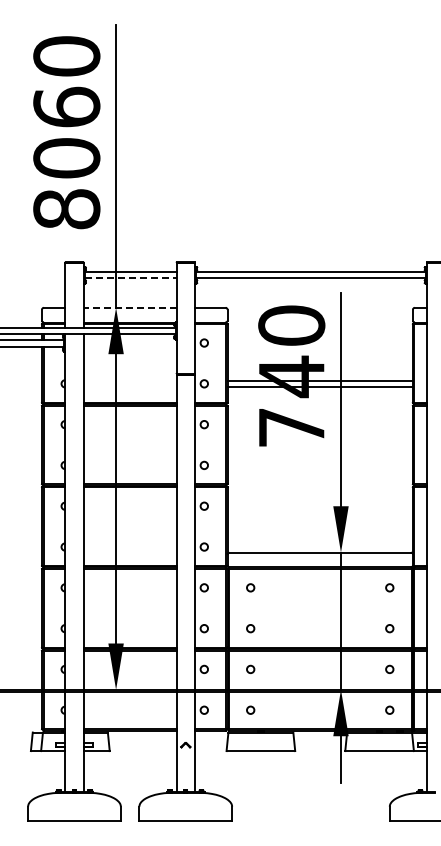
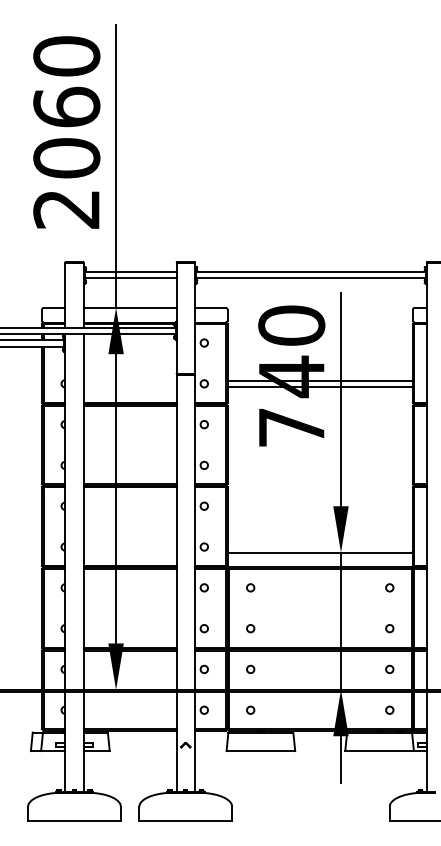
text at (66, 209): 8060 -> 2060
line at (130, 278): dashed -> solid
line at (129, 307): dashed -> solid
